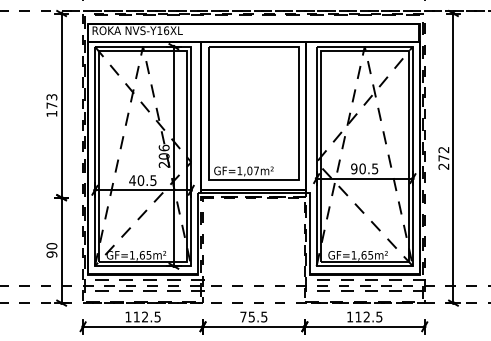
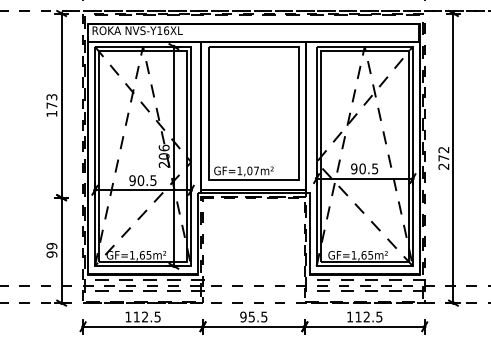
text at (132, 180): 40.5 -> 90.5
text at (51, 246): 90 -> 99
text at (243, 316): 75.5 -> 95.5
